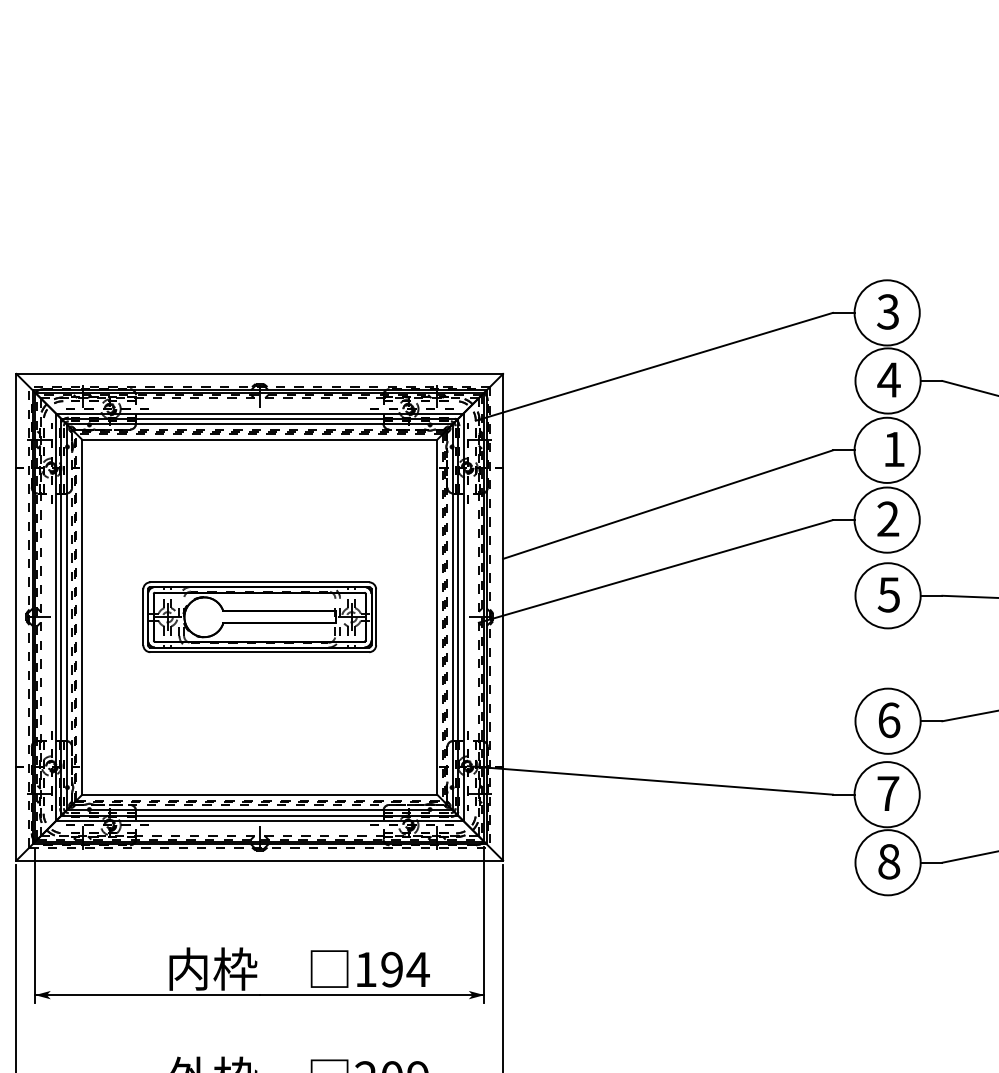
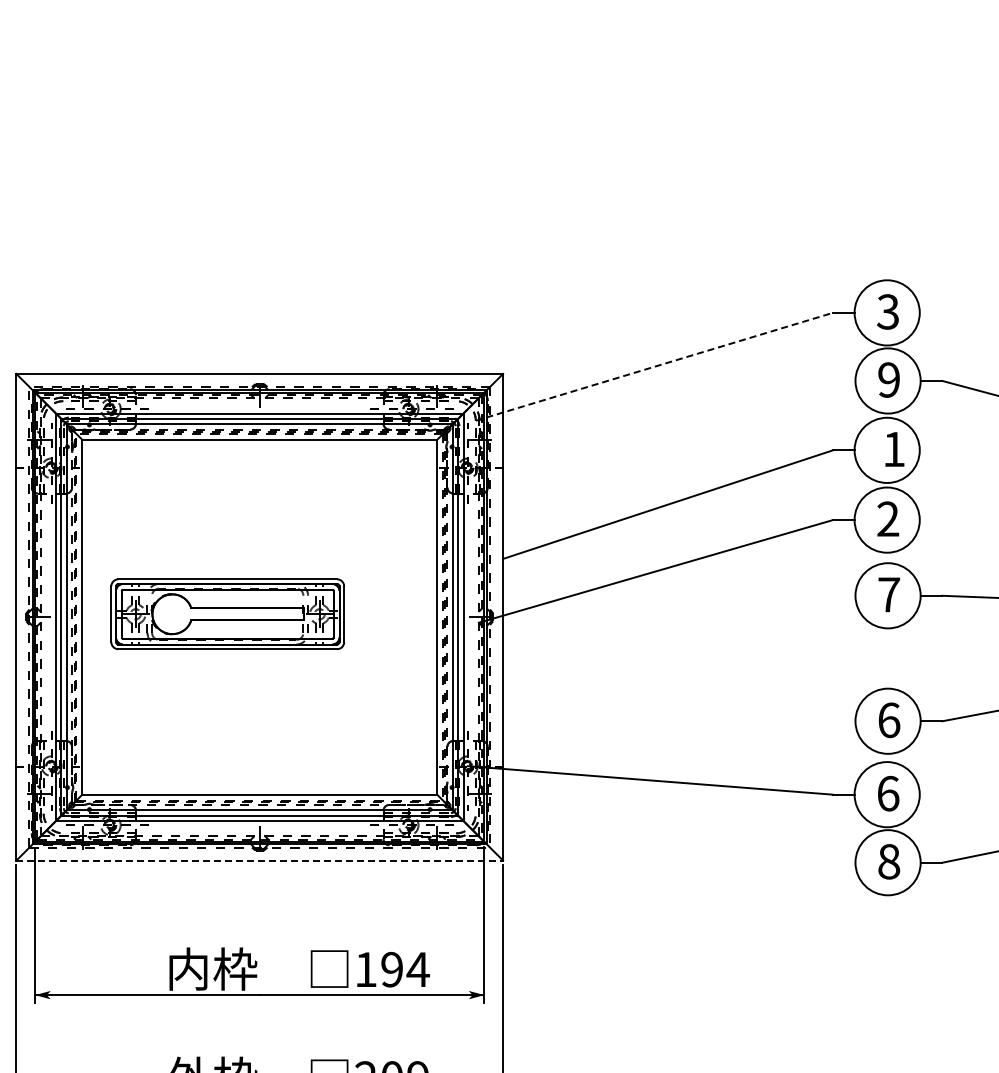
line at (654, 366): solid -> dashed
text at (888, 379): 4 -> 9
text at (888, 594): 5 -> 7
part at (259, 616) position: (259, 616) -> (227, 613)
text at (888, 793): 7 -> 6
line at (260, 860): solid -> dashed
